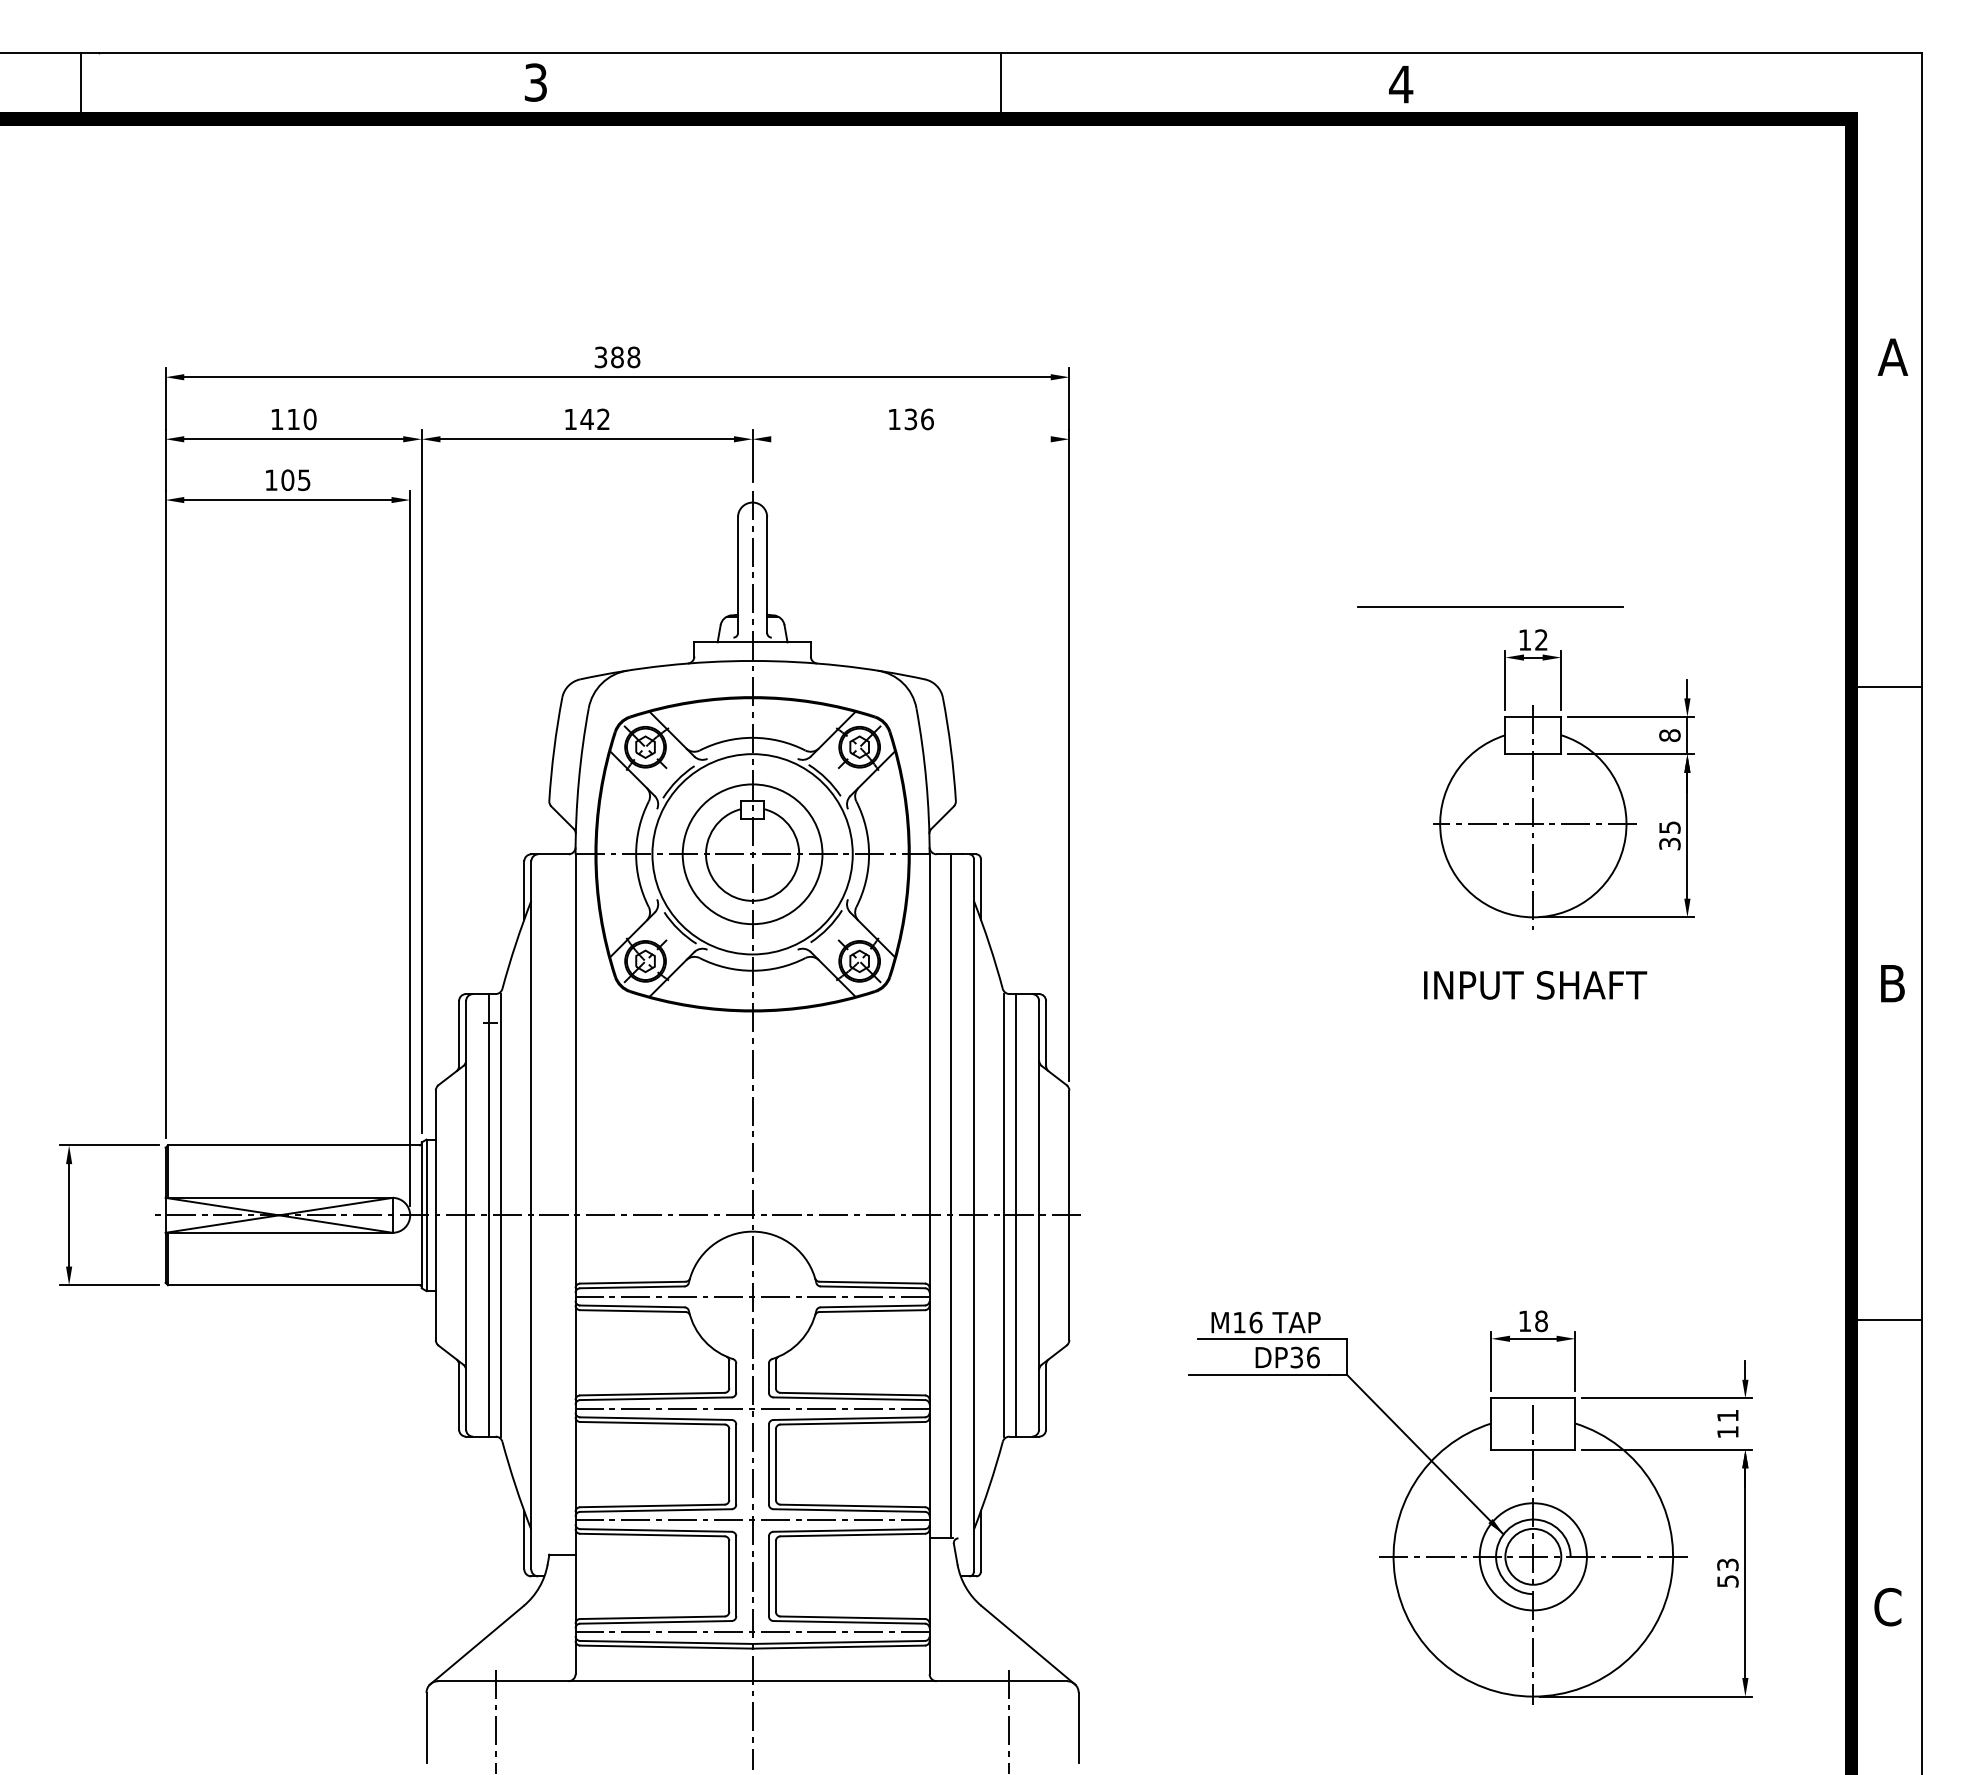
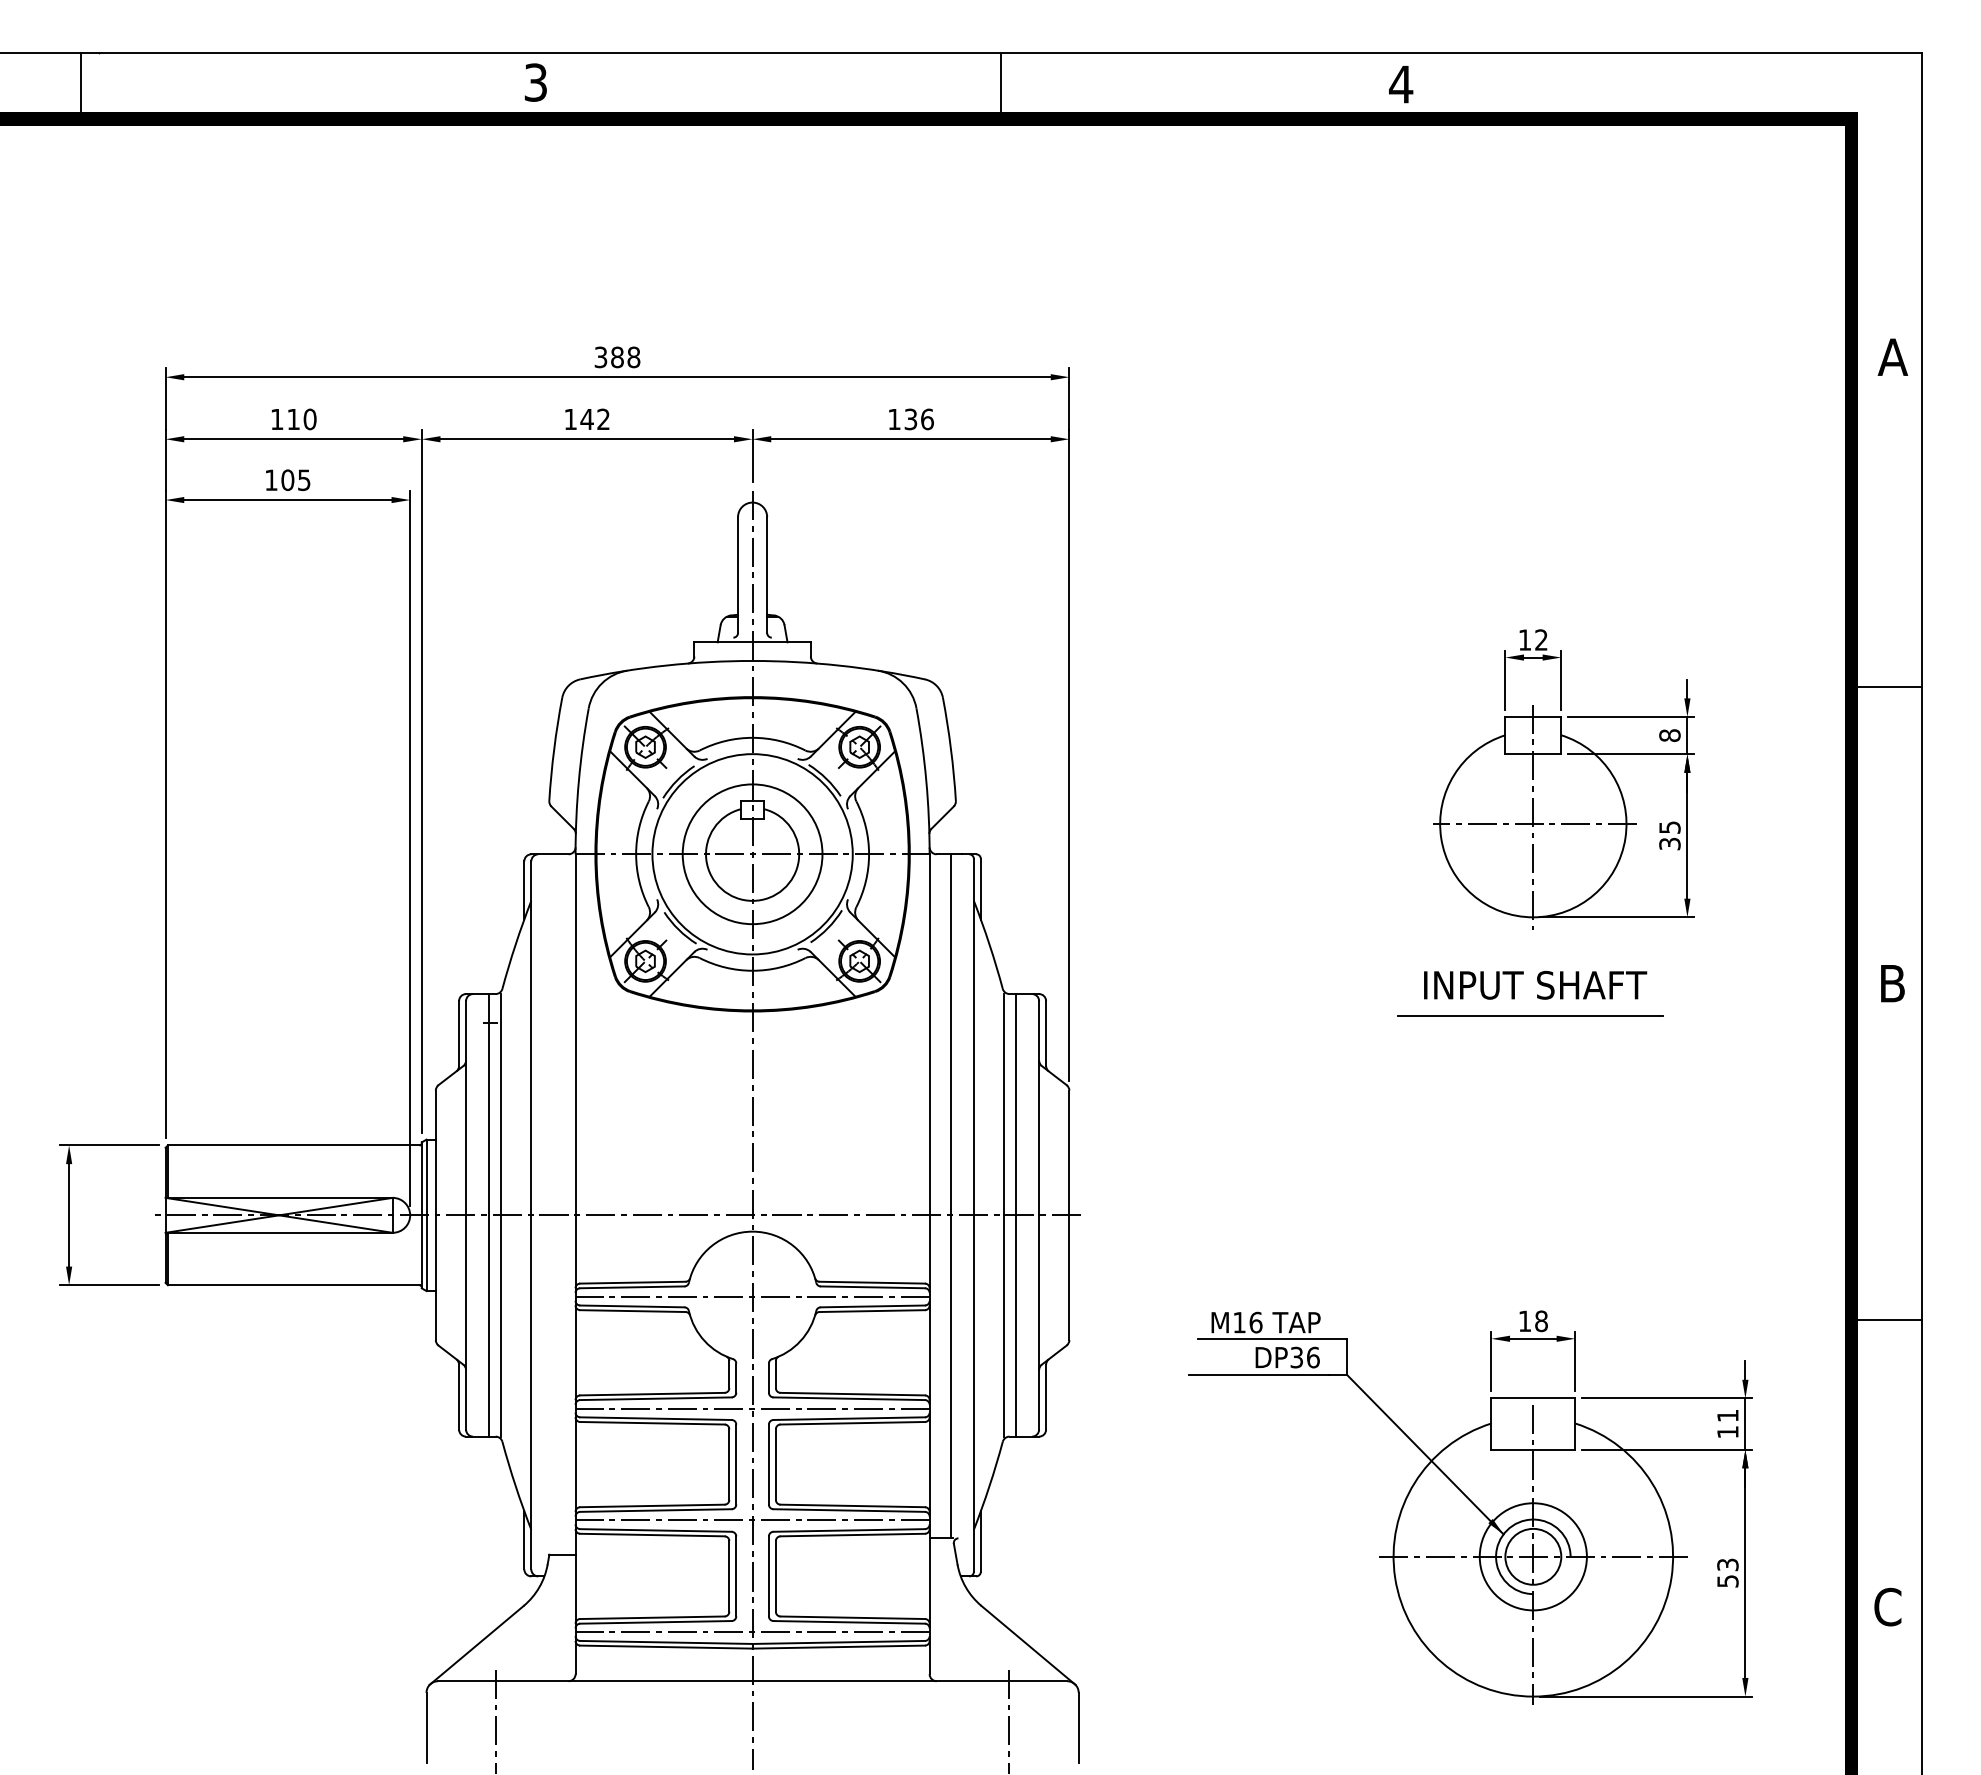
line at (910, 439): none -> present
line at (1490, 606) position: (1490, 606) -> (1530, 1015)
line at (1745, 1423): none -> present
